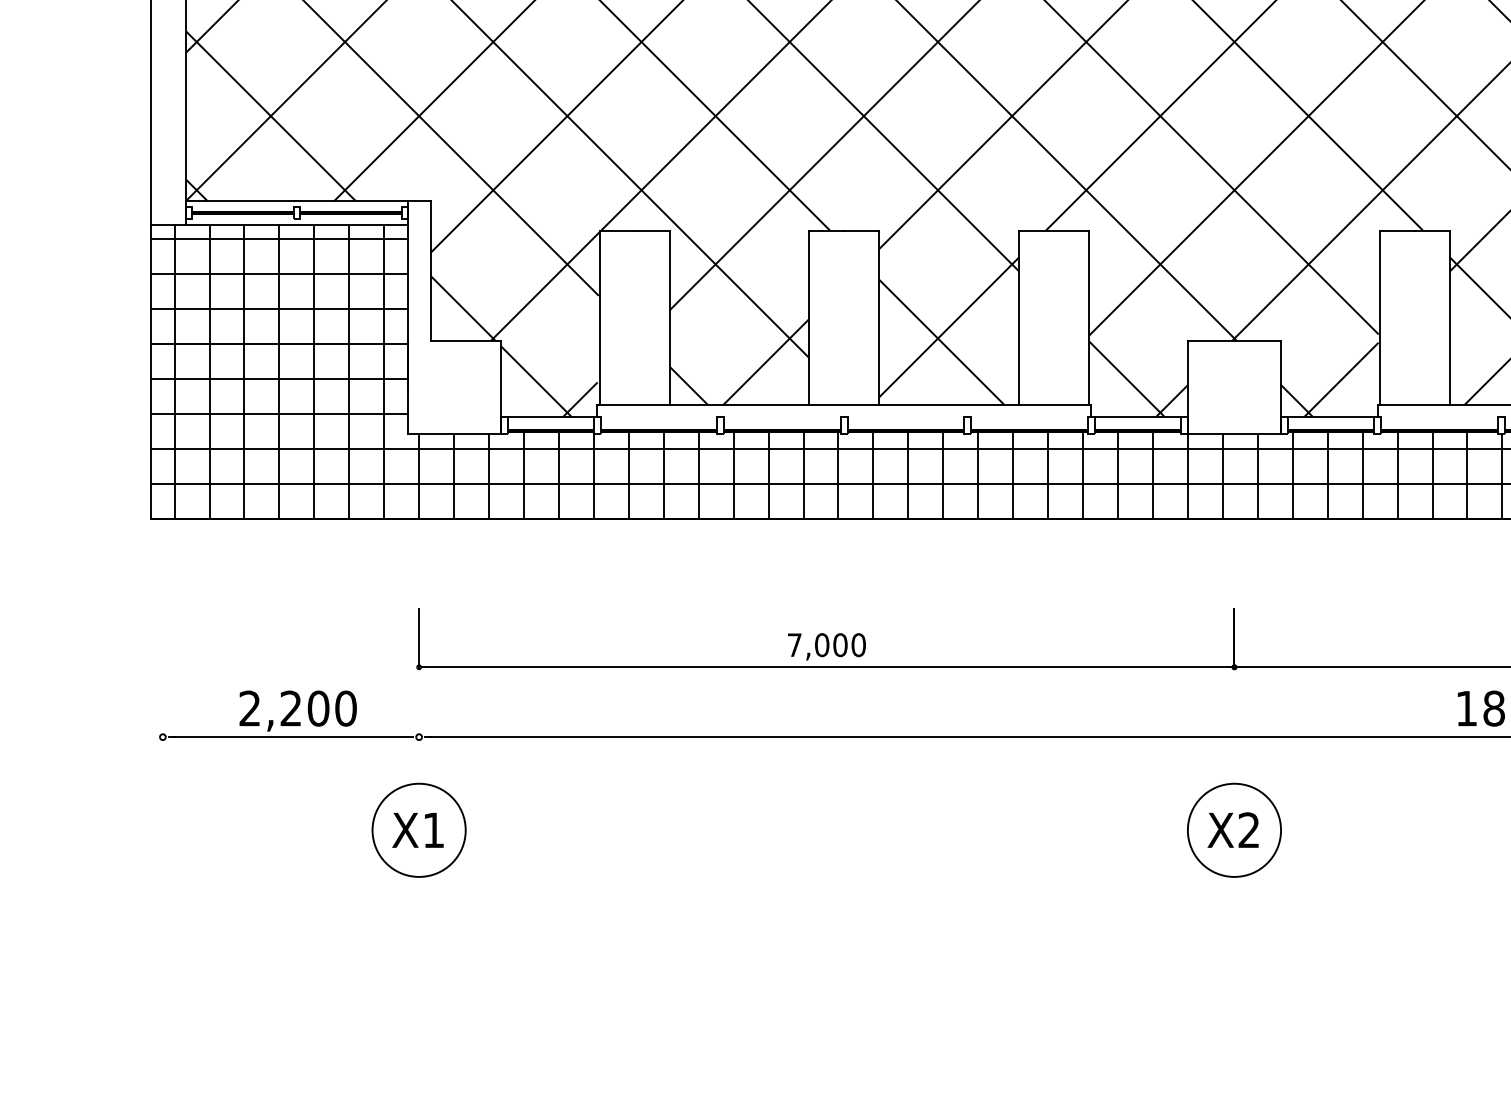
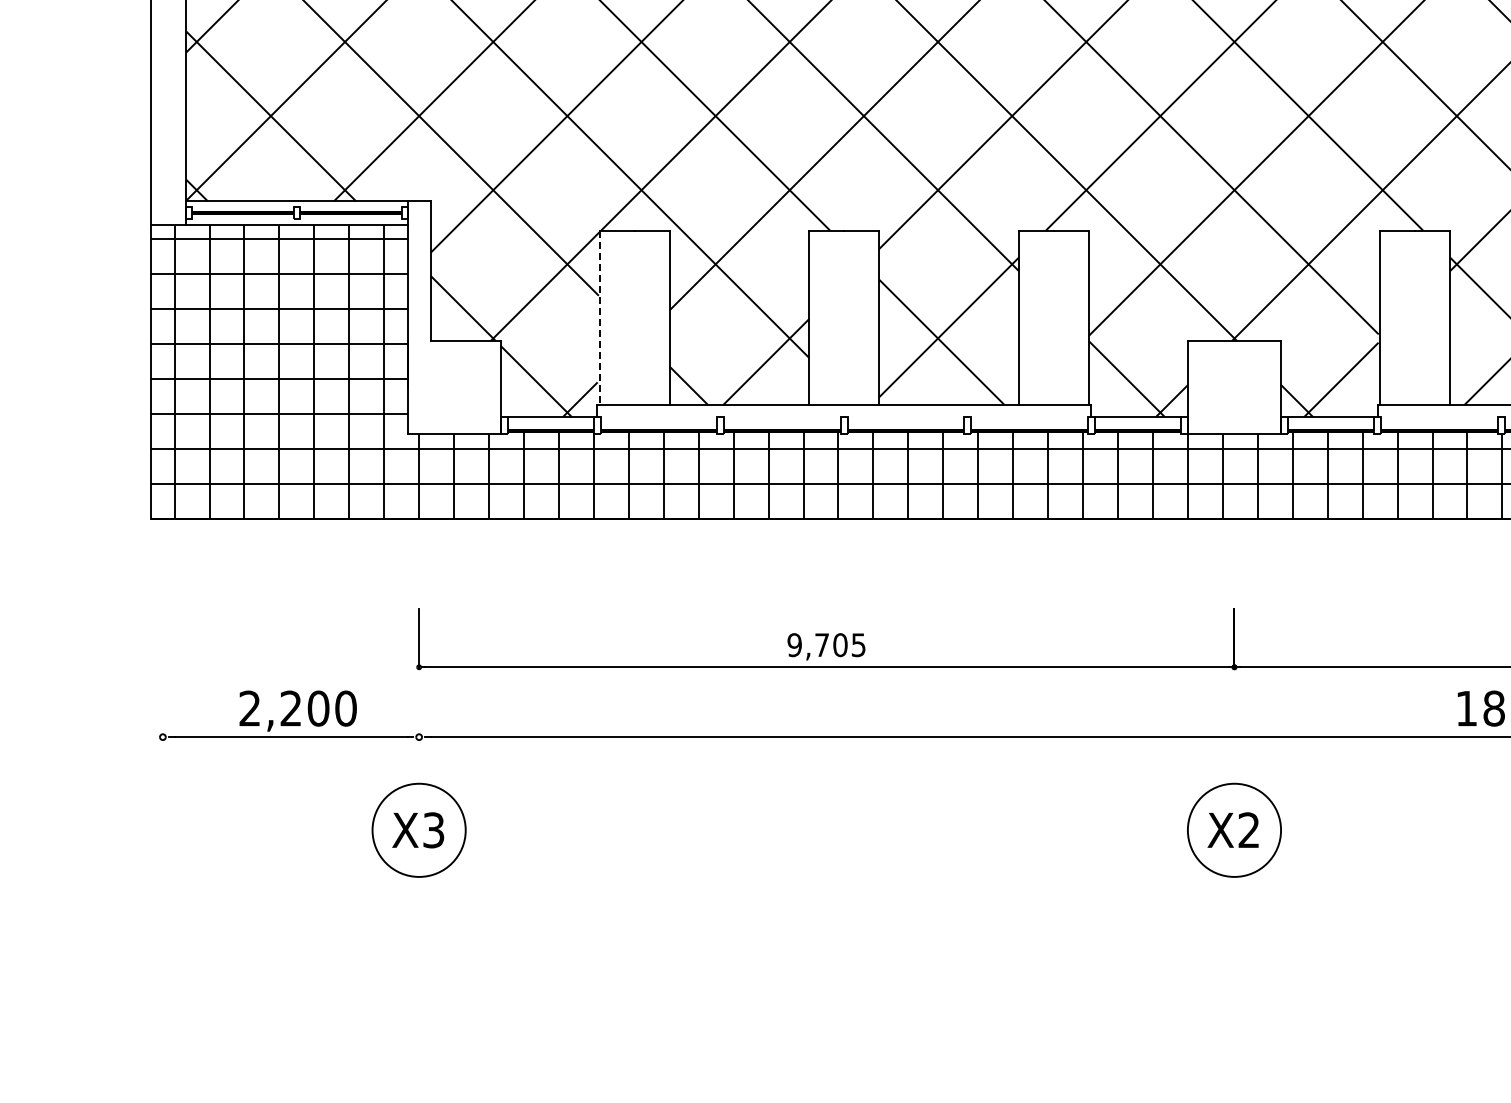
line at (599, 318): solid -> dashed
text at (826, 645): 7,000 -> 9,705
text at (433, 830): X1 -> X3
